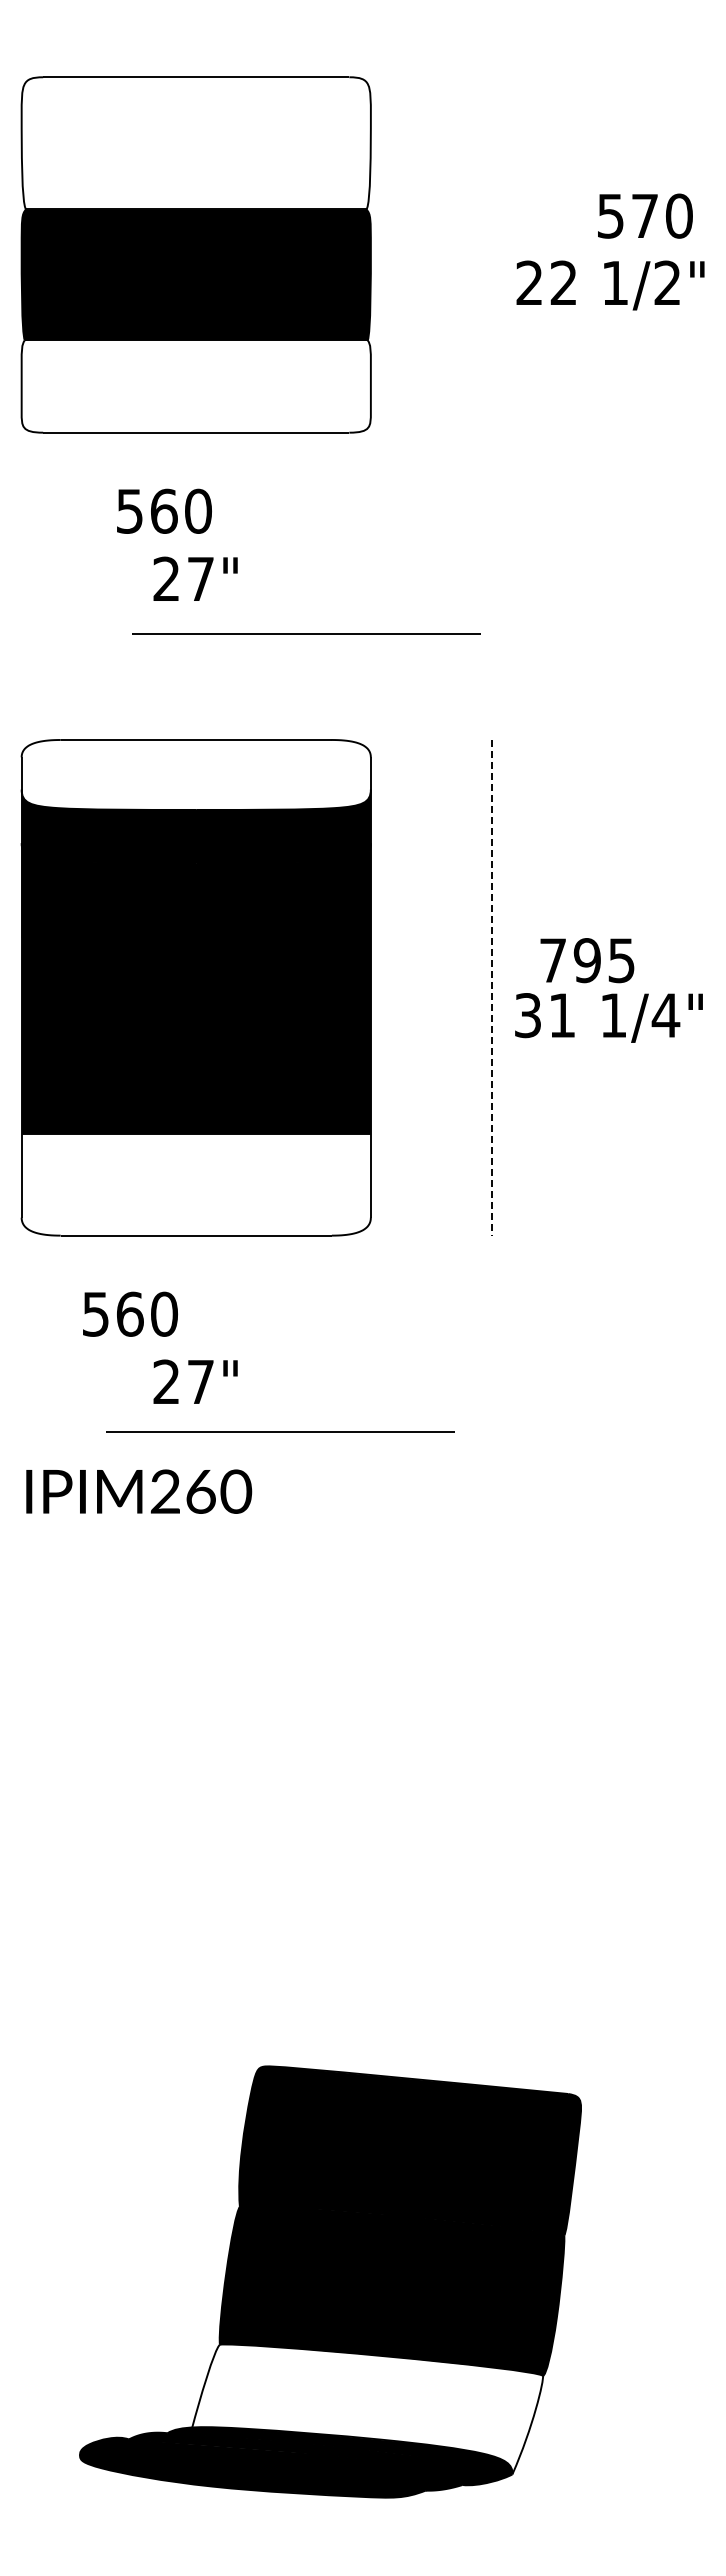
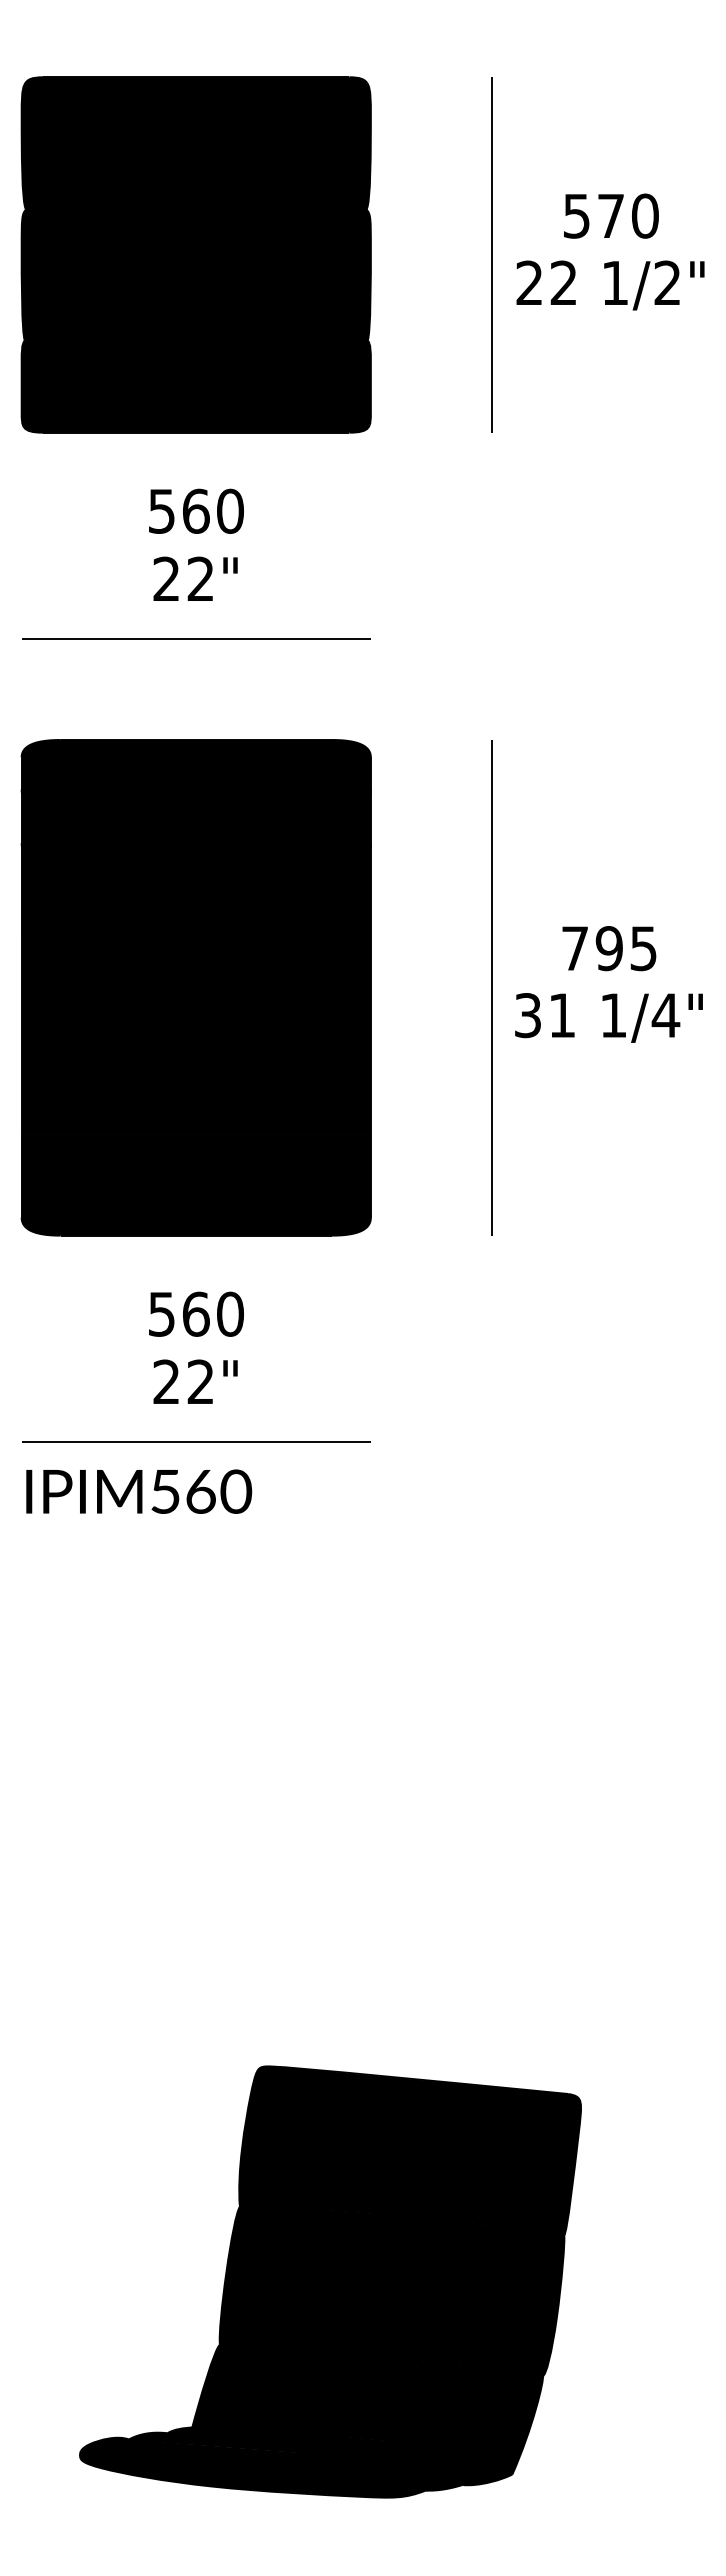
fill at (195, 143): none -> present
text at (645, 215) position: (645, 215) -> (611, 215)
line at (491, 254): none -> present
fill at (195, 386): none -> present
text at (164, 510) position: (164, 510) -> (196, 510)
text at (200, 578): 27" -> 22"
line at (306, 633) position: (306, 633) -> (196, 638)
fill at (195, 774): none -> present
text at (587, 960) position: (587, 960) -> (609, 948)
line at (492, 987): dashed -> solid
fill at (195, 1184): none -> present
text at (130, 1313) position: (130, 1313) -> (196, 1313)
text at (200, 1381): 27" -> 22"
line at (280, 1431) position: (280, 1431) -> (196, 1441)
text at (164, 1491): IPIM260 -> IPIM560
fill at (367, 2409): none -> present
